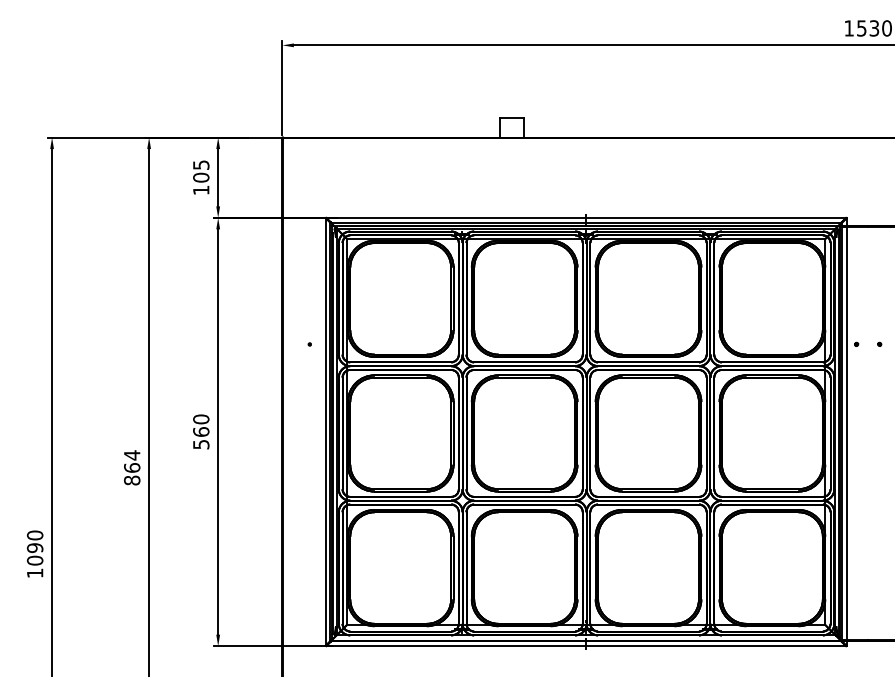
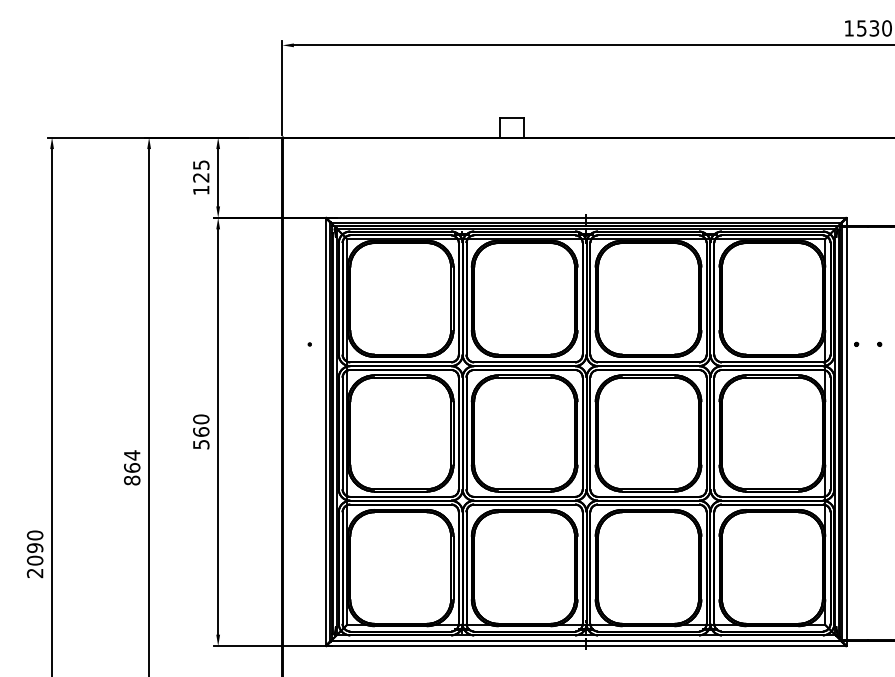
text at (201, 177): 105 -> 125
text at (34, 573): 1090 -> 2090
